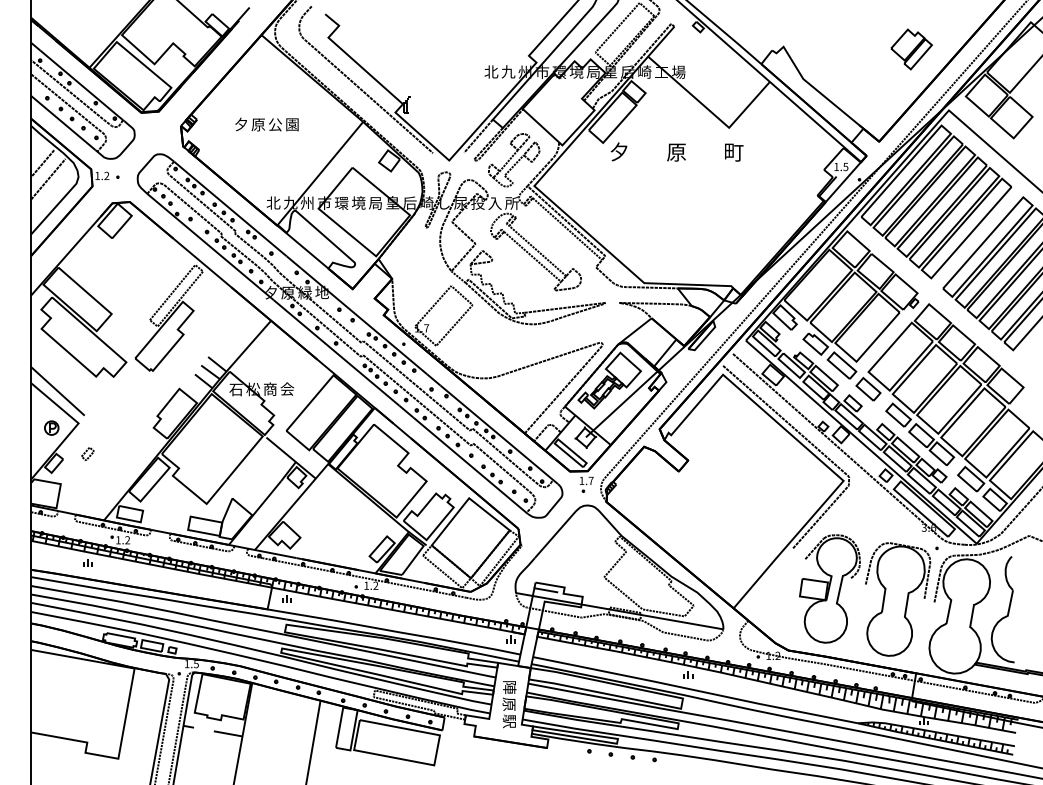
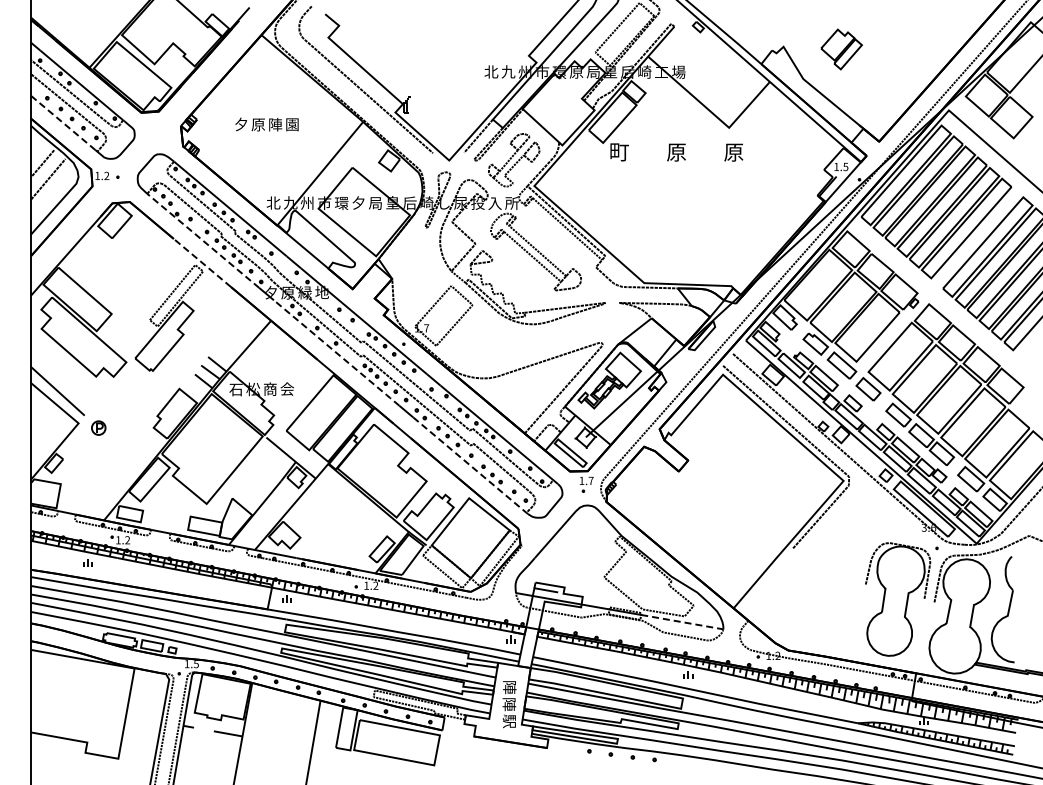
part at (911, 49) position: (911, 49) -> (841, 49)
text at (576, 71): 境 -> 原
line at (63, 123): solid -> dashed
text at (275, 124): 公 -> 陣
text at (619, 151): 夕 -> 町
text at (733, 152): 町 -> 原
text at (358, 202): 境 -> 夕
line at (202, 240): solid -> dashed
line at (202, 263): solid -> dashed
line at (338, 354): solid -> dashed
part at (51, 427) position: (51, 427) -> (98, 427)
part at (87, 453): present -> none
line at (471, 466): solid -> dashed
part at (829, 588): present -> none
line at (682, 622): solid -> dashed
text at (509, 704): 原 -> 陣
